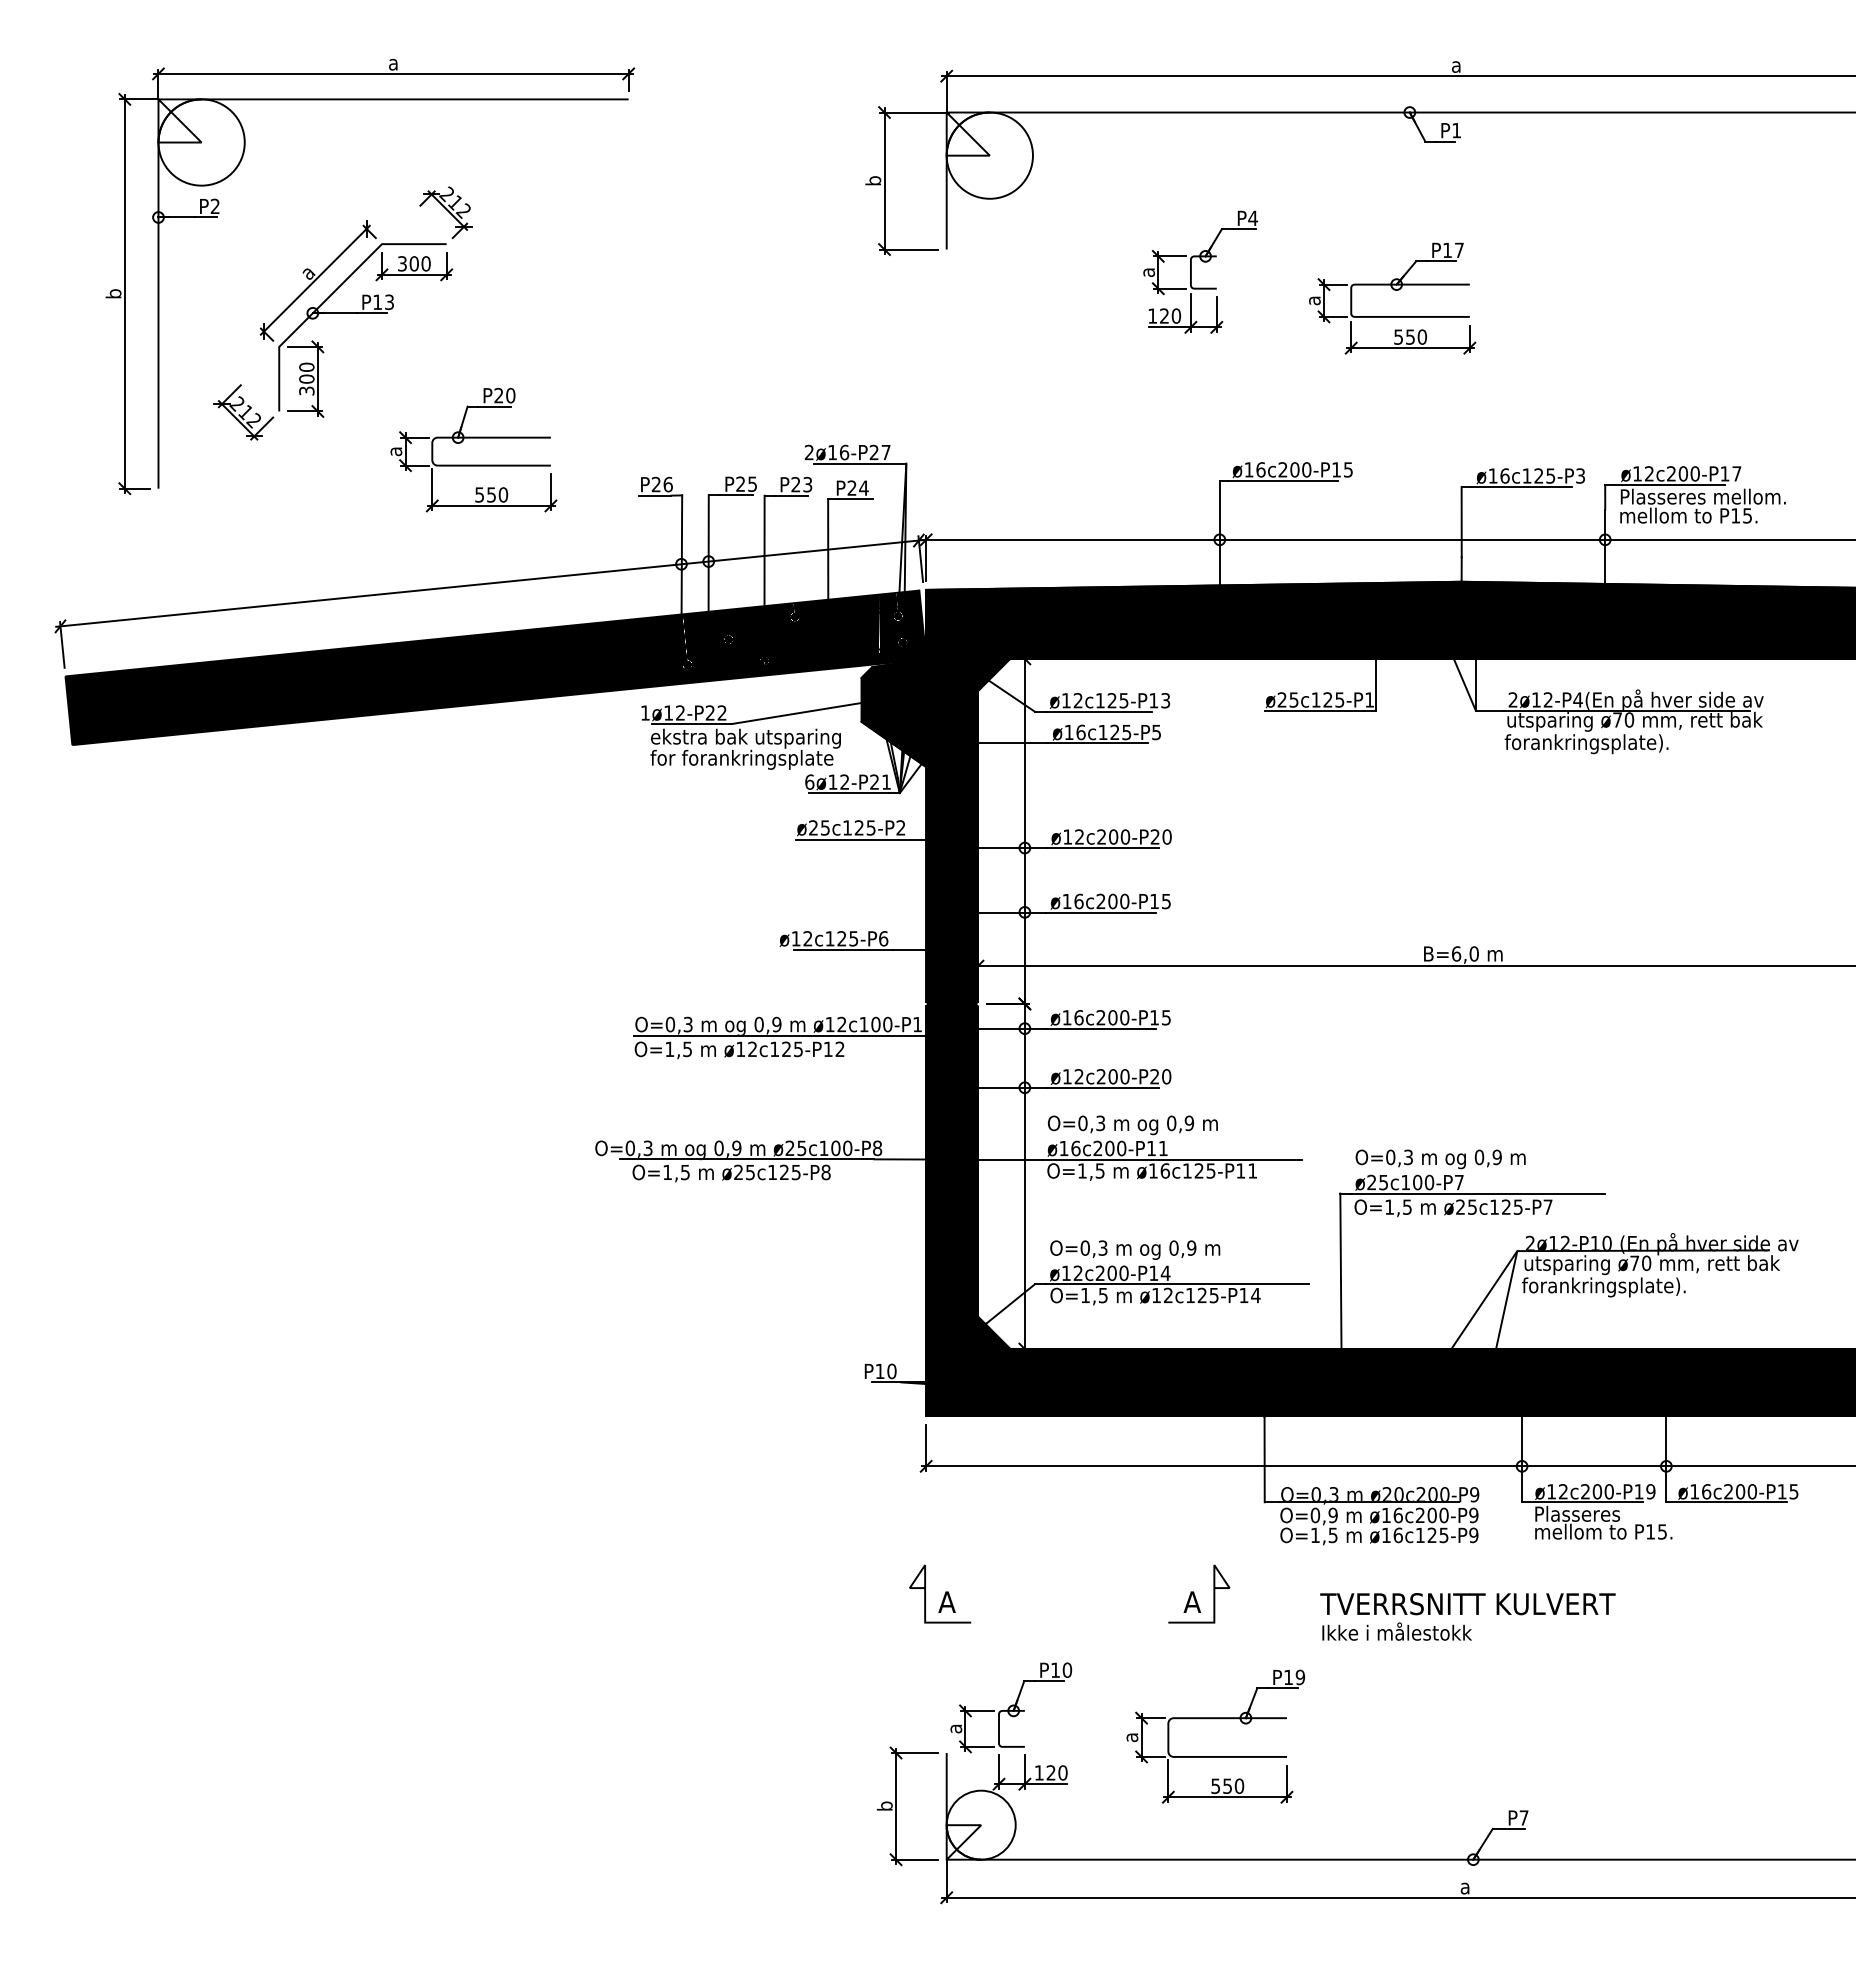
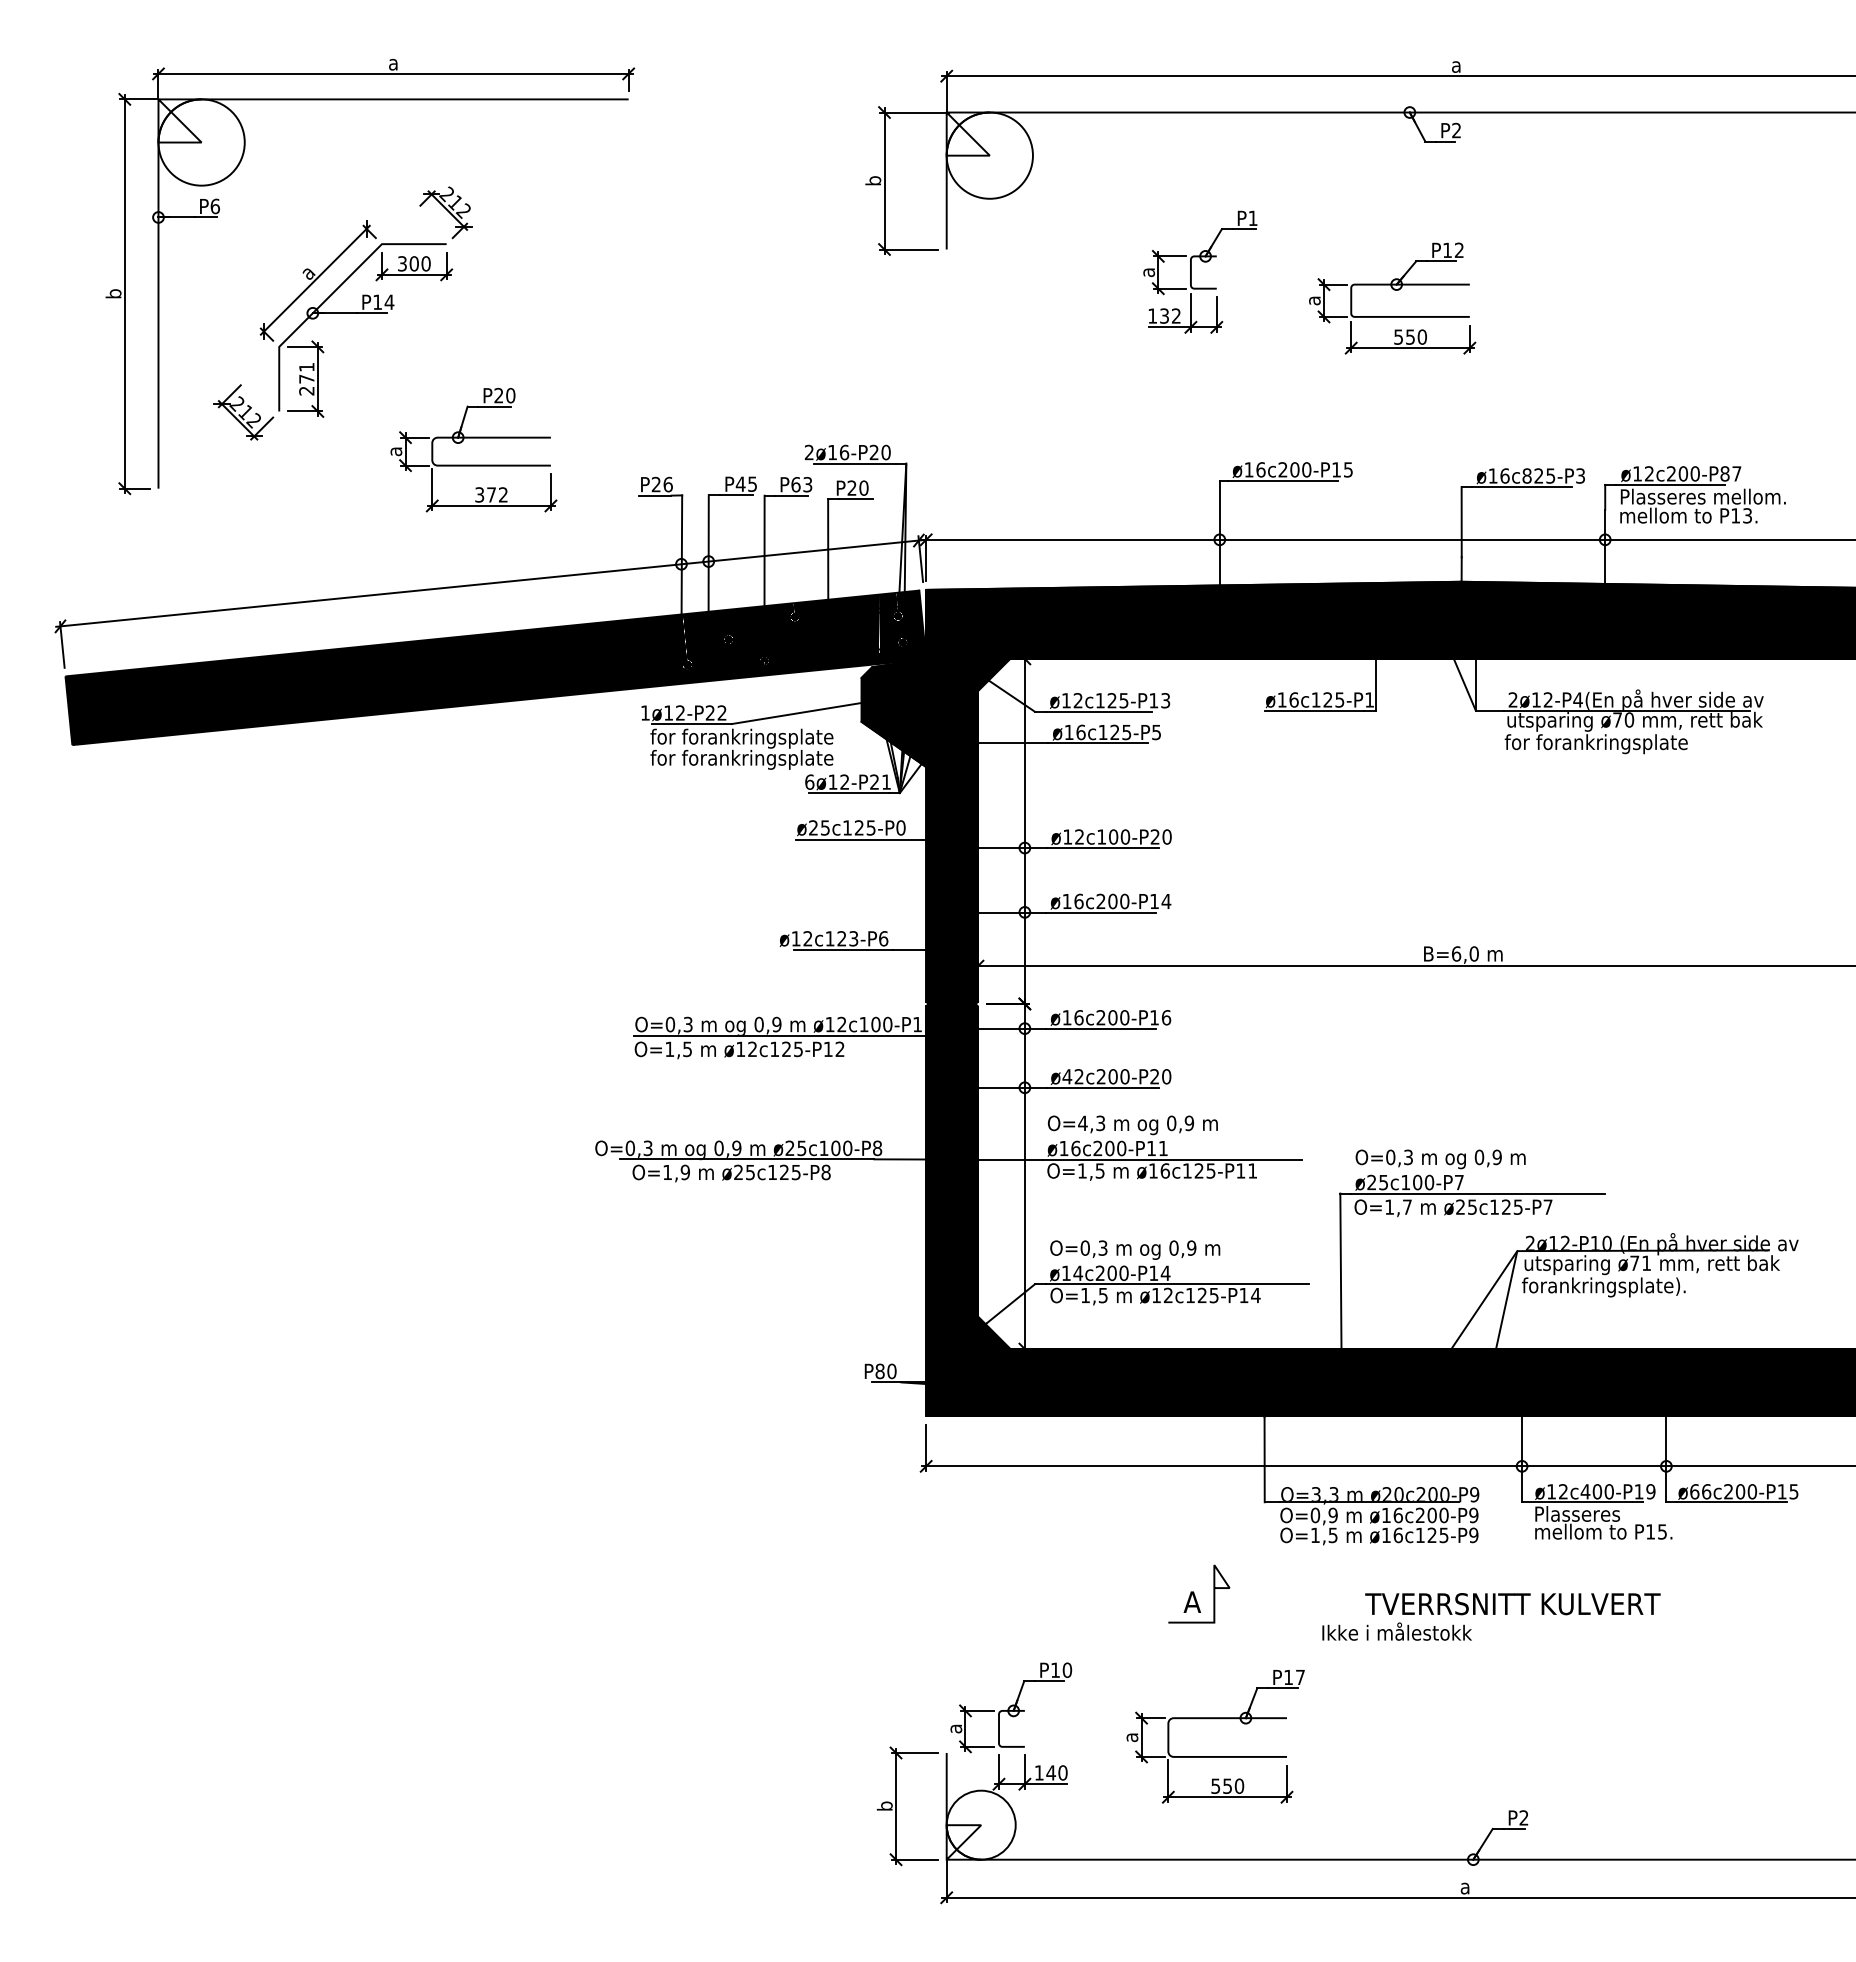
text at (1456, 130): P1 -> P2
text at (214, 206): P2 -> P6
text at (1252, 217): P4 -> P1
text at (1458, 249): P17 -> P12
text at (389, 302): P13 -> P14
text at (1170, 315): 120 -> 132
text at (306, 378): 300 -> 271
text at (885, 452): 2ø16-P27 -> 2ø16-P20
text at (1724, 473): ø12c200-P17 -> ø12c200-P87
text at (1526, 475): ø16c125-P3 -> ø16c825-P3
text at (740, 483): P25 -> P45
text at (795, 484): P23 -> P63
text at (863, 487): P24 -> P20
text at (491, 494): 550 -> 372
text at (1747, 515): P15. -> P13.
text at (1287, 699): ø25c125-P1 -> ø16c125-P1
text at (745, 738): ekstra bak utsparing -> for forankringsplate
text at (1609, 744): forankringsplate). -> for forankringsplate
text at (900, 827): ø25c125-P2 -> ø25c125-P0
text at (1101, 836): ø12c200-P20 -> ø12c100-P20
text at (1166, 901): ø16c200-P15 -> ø16c200-P14
text at (853, 938): ø12c125-P6 -> ø12c123-P6
text at (1166, 1017): ø16c200-P15 -> ø16c200-P16
text at (1067, 1076): ø12c200-P20 -> ø42c200-P20
text at (1082, 1123): O=0,3 -> O=4,3
text at (684, 1171): O=1,5 -> O=1,9
text at (1407, 1206): O=1,5 -> O=1,7
text at (1646, 1263): ø70 -> ø71
text at (1078, 1272): ø12c200-P14 -> ø14c200-P14
text at (879, 1371): P10 -> P80
text at (1585, 1491): ø12c200-P19 -> ø12c400-P19
text at (1694, 1491): ø16c200-P15 -> ø66c200-P15
text at (1315, 1493): O=0,3 -> O=3,3
part at (925, 1593): present -> none
text at (1467, 1604) position: (1467, 1604) -> (1512, 1604)
text at (1300, 1677): P19 -> P17
text at (1050, 1772): 120 -> 140
text at (1523, 1817): P7 -> P2
